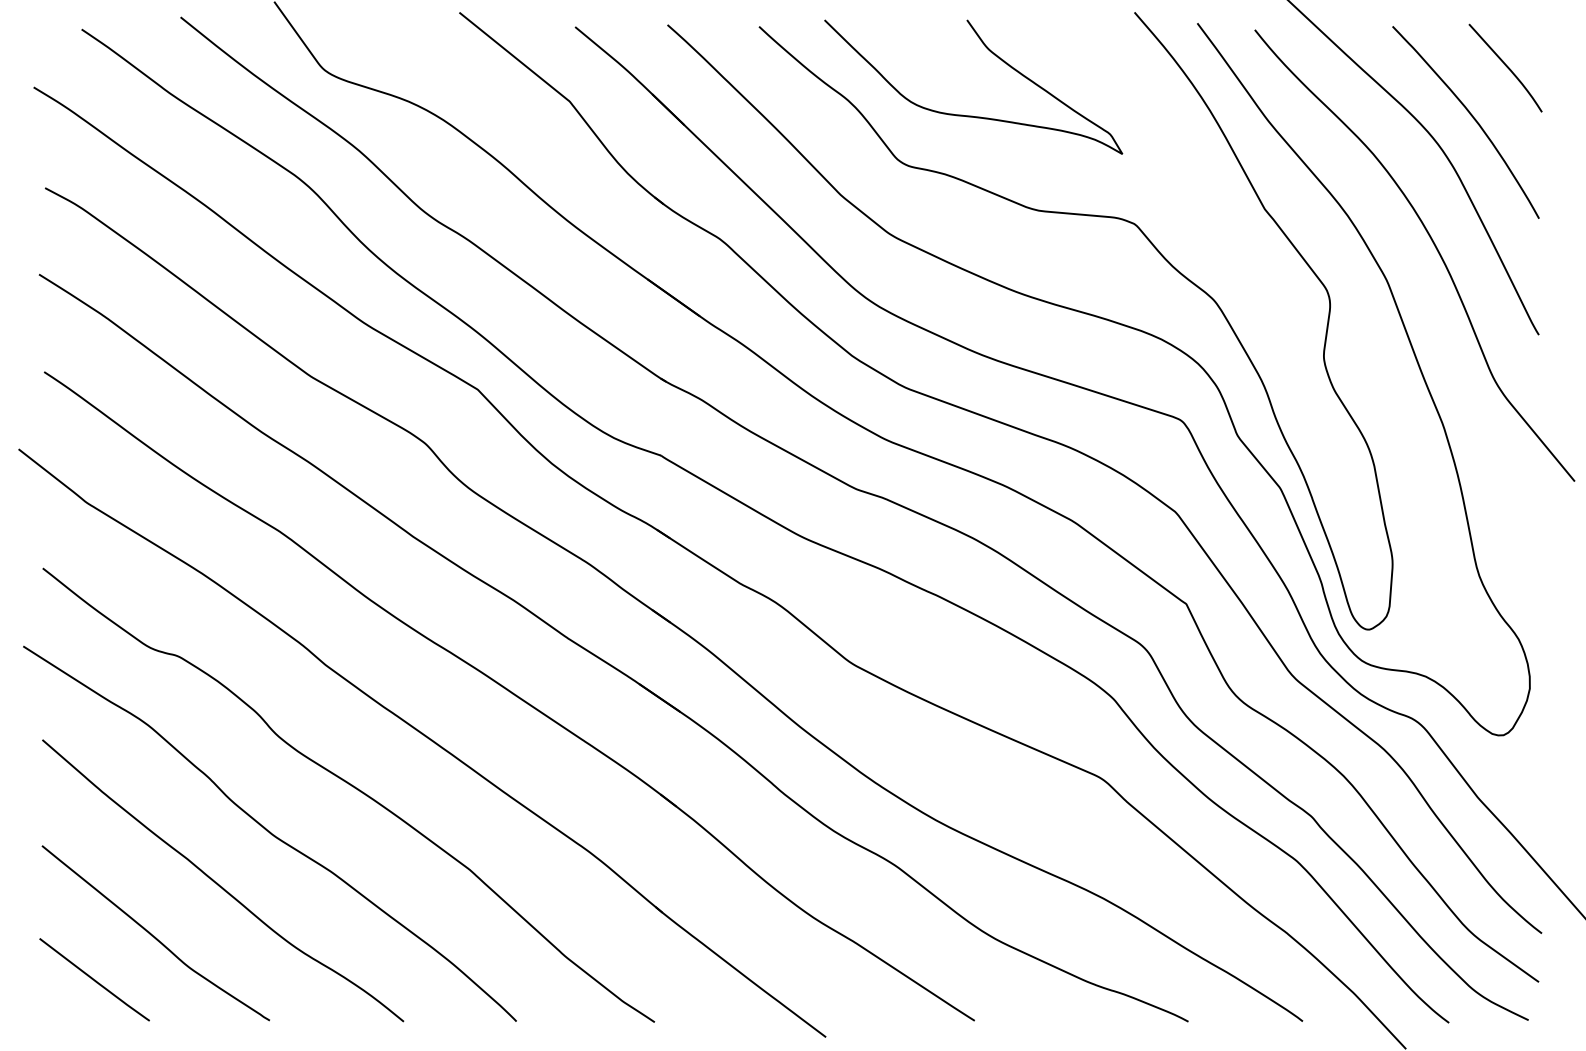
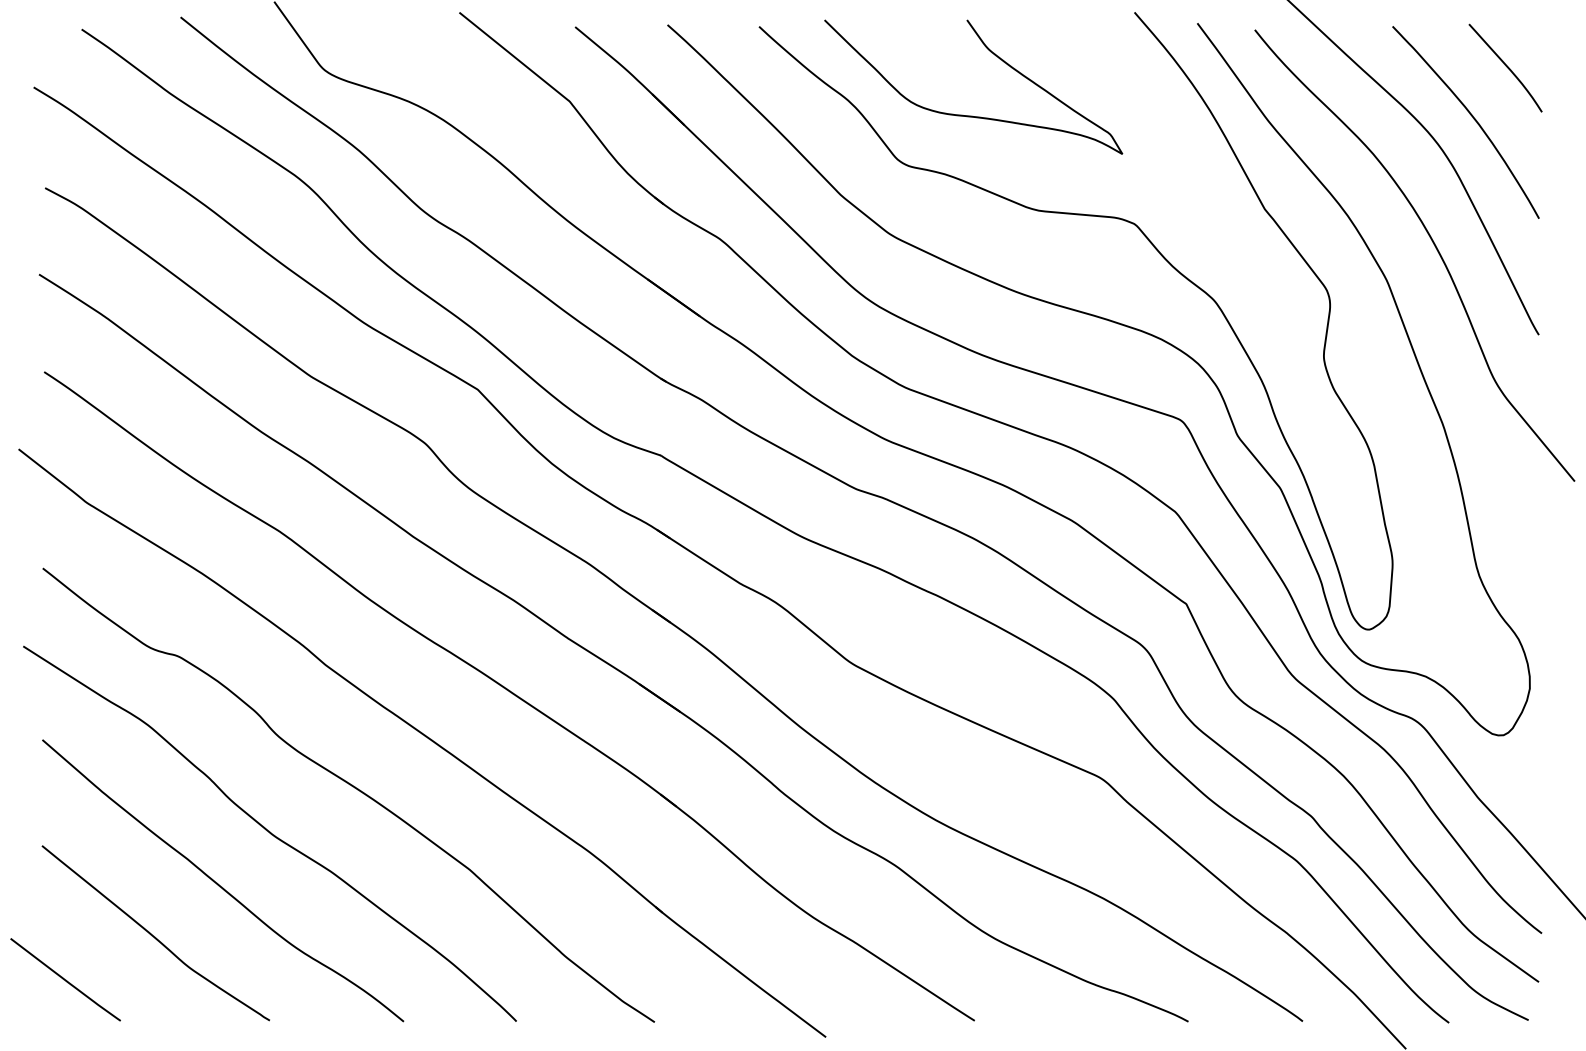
line at (94, 979) position: (94, 979) -> (65, 979)
